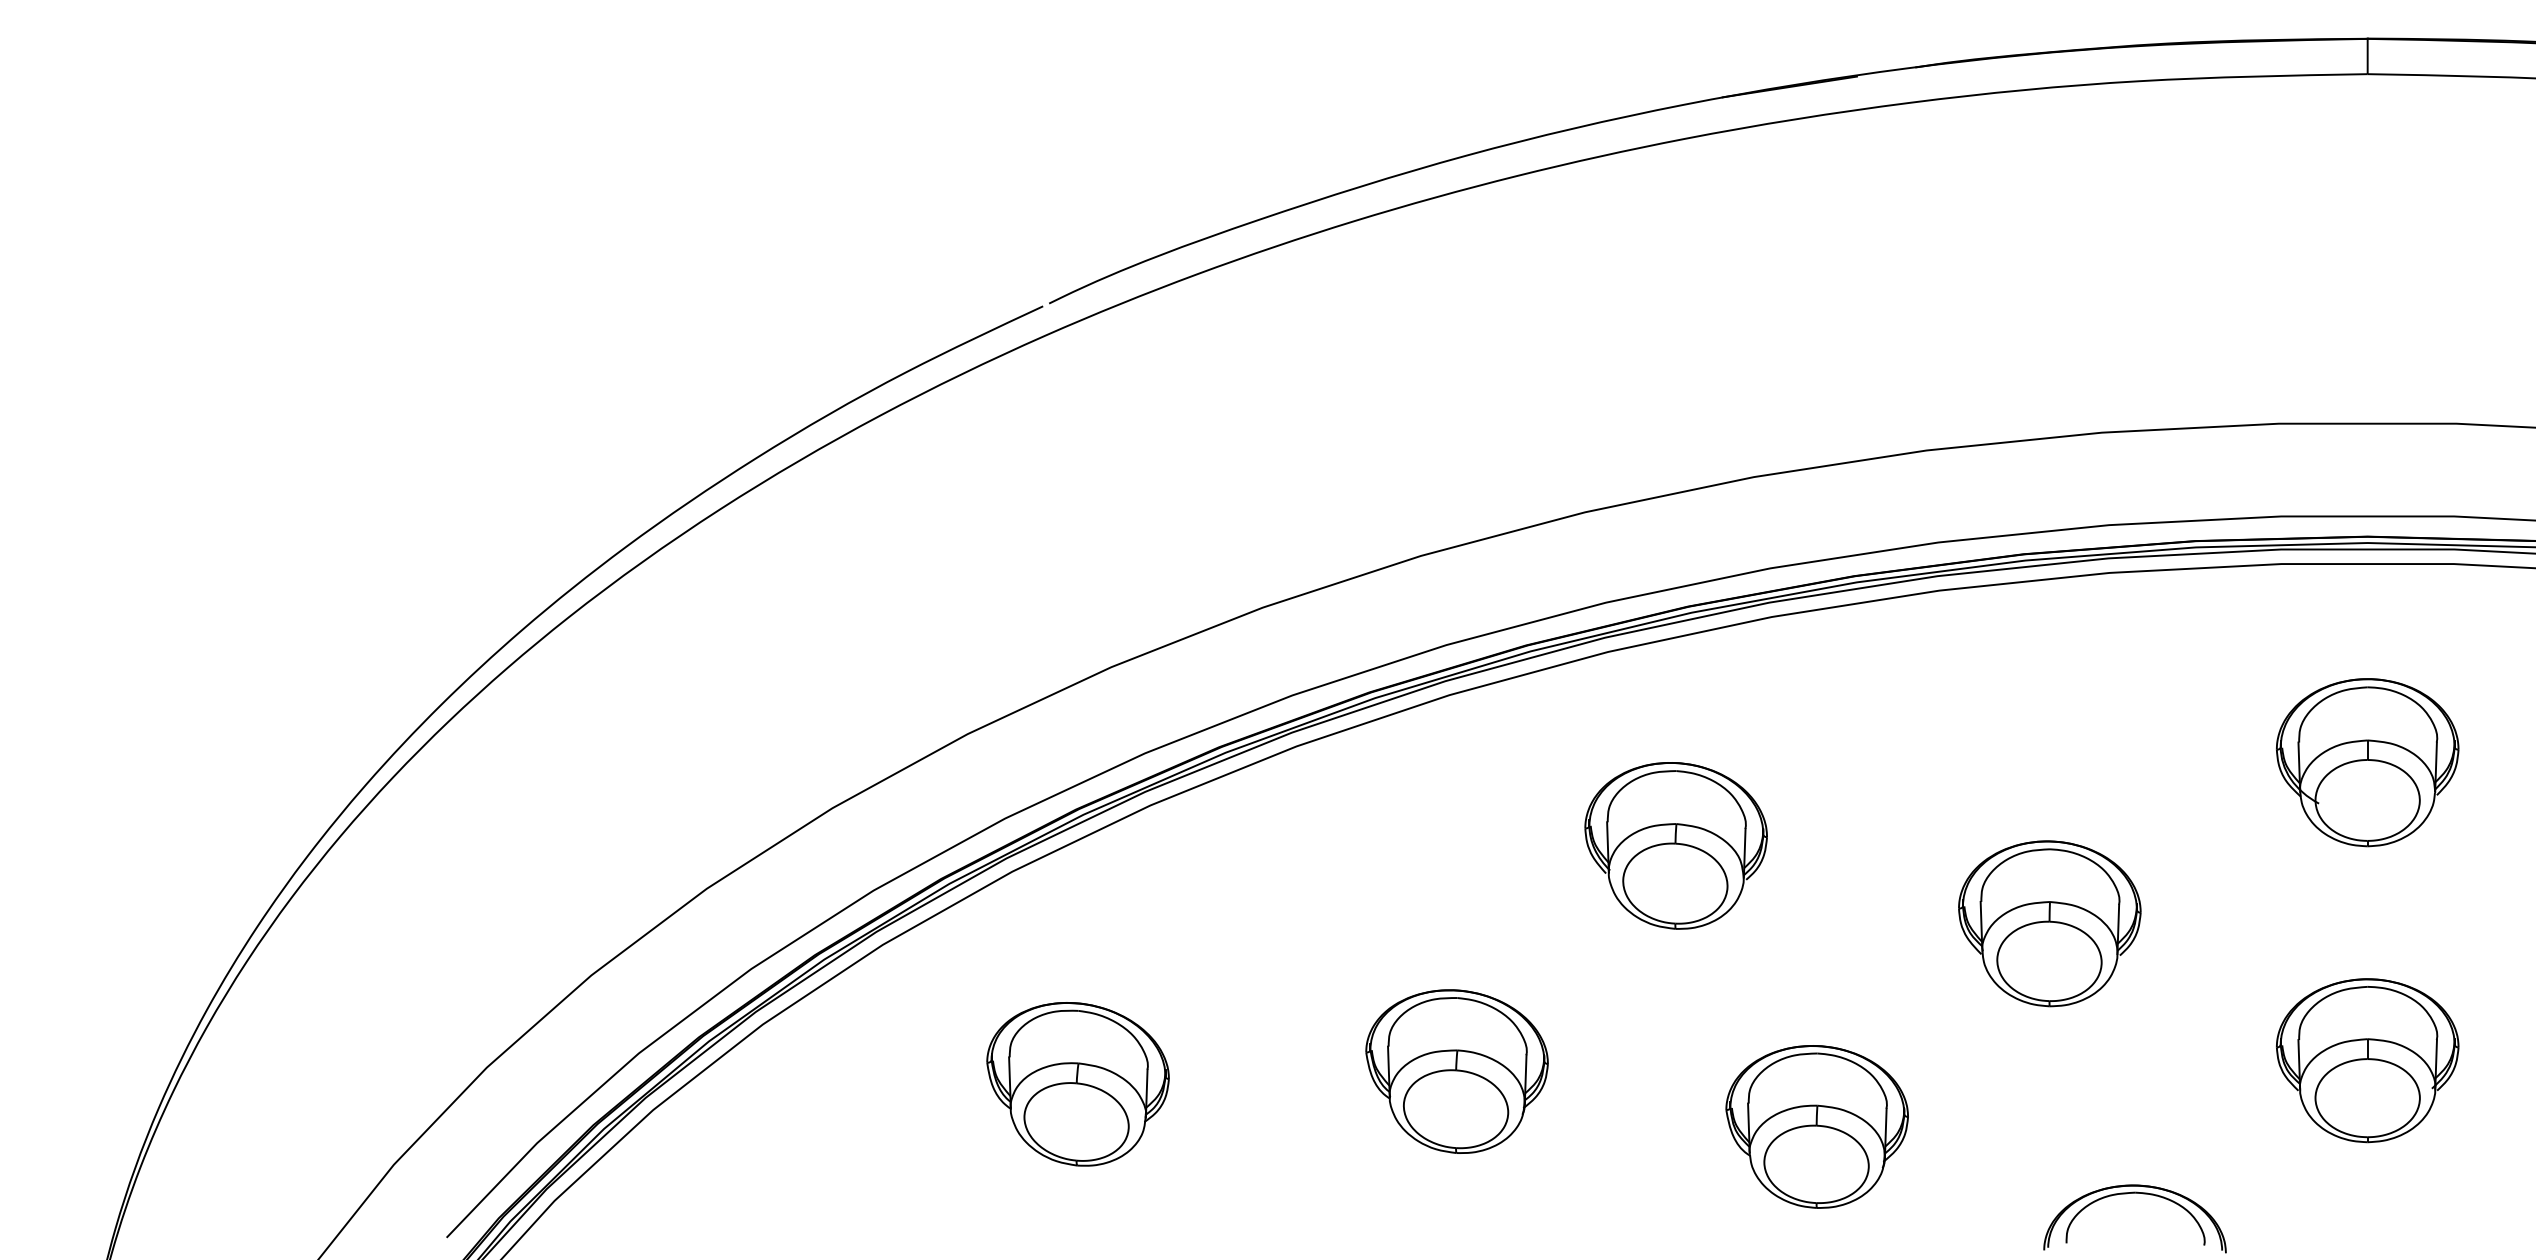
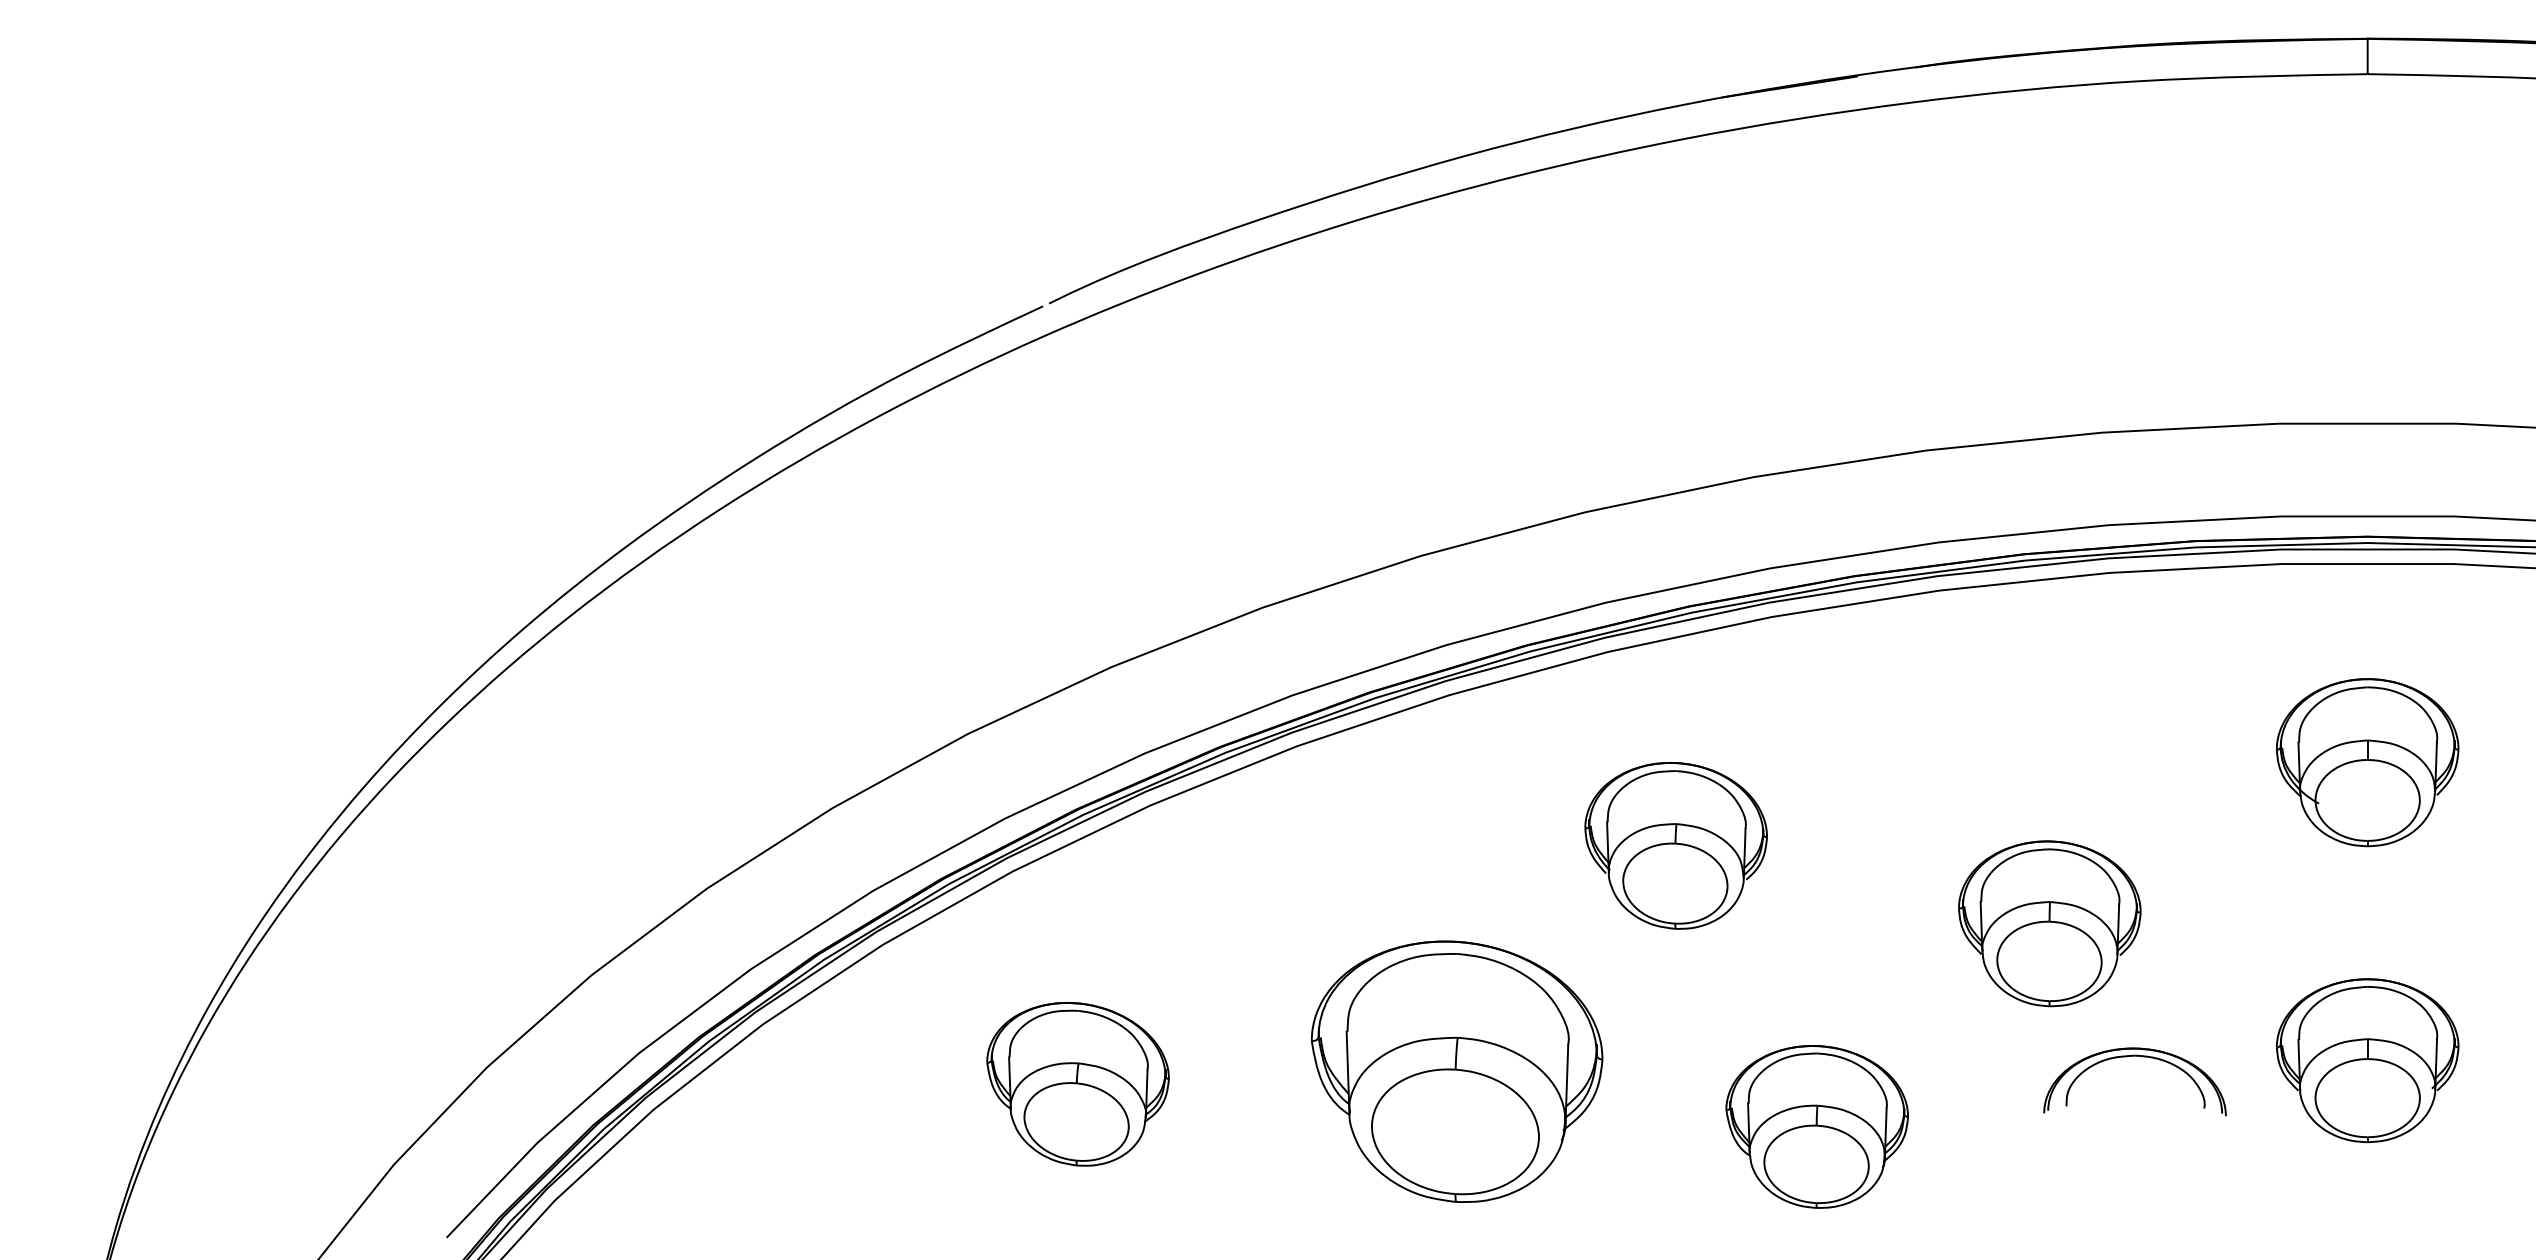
part at (1456, 1071) size: 184x165 px -> 294x263 px
part at (2134, 1193) position: (2134, 1193) -> (2134, 1056)
